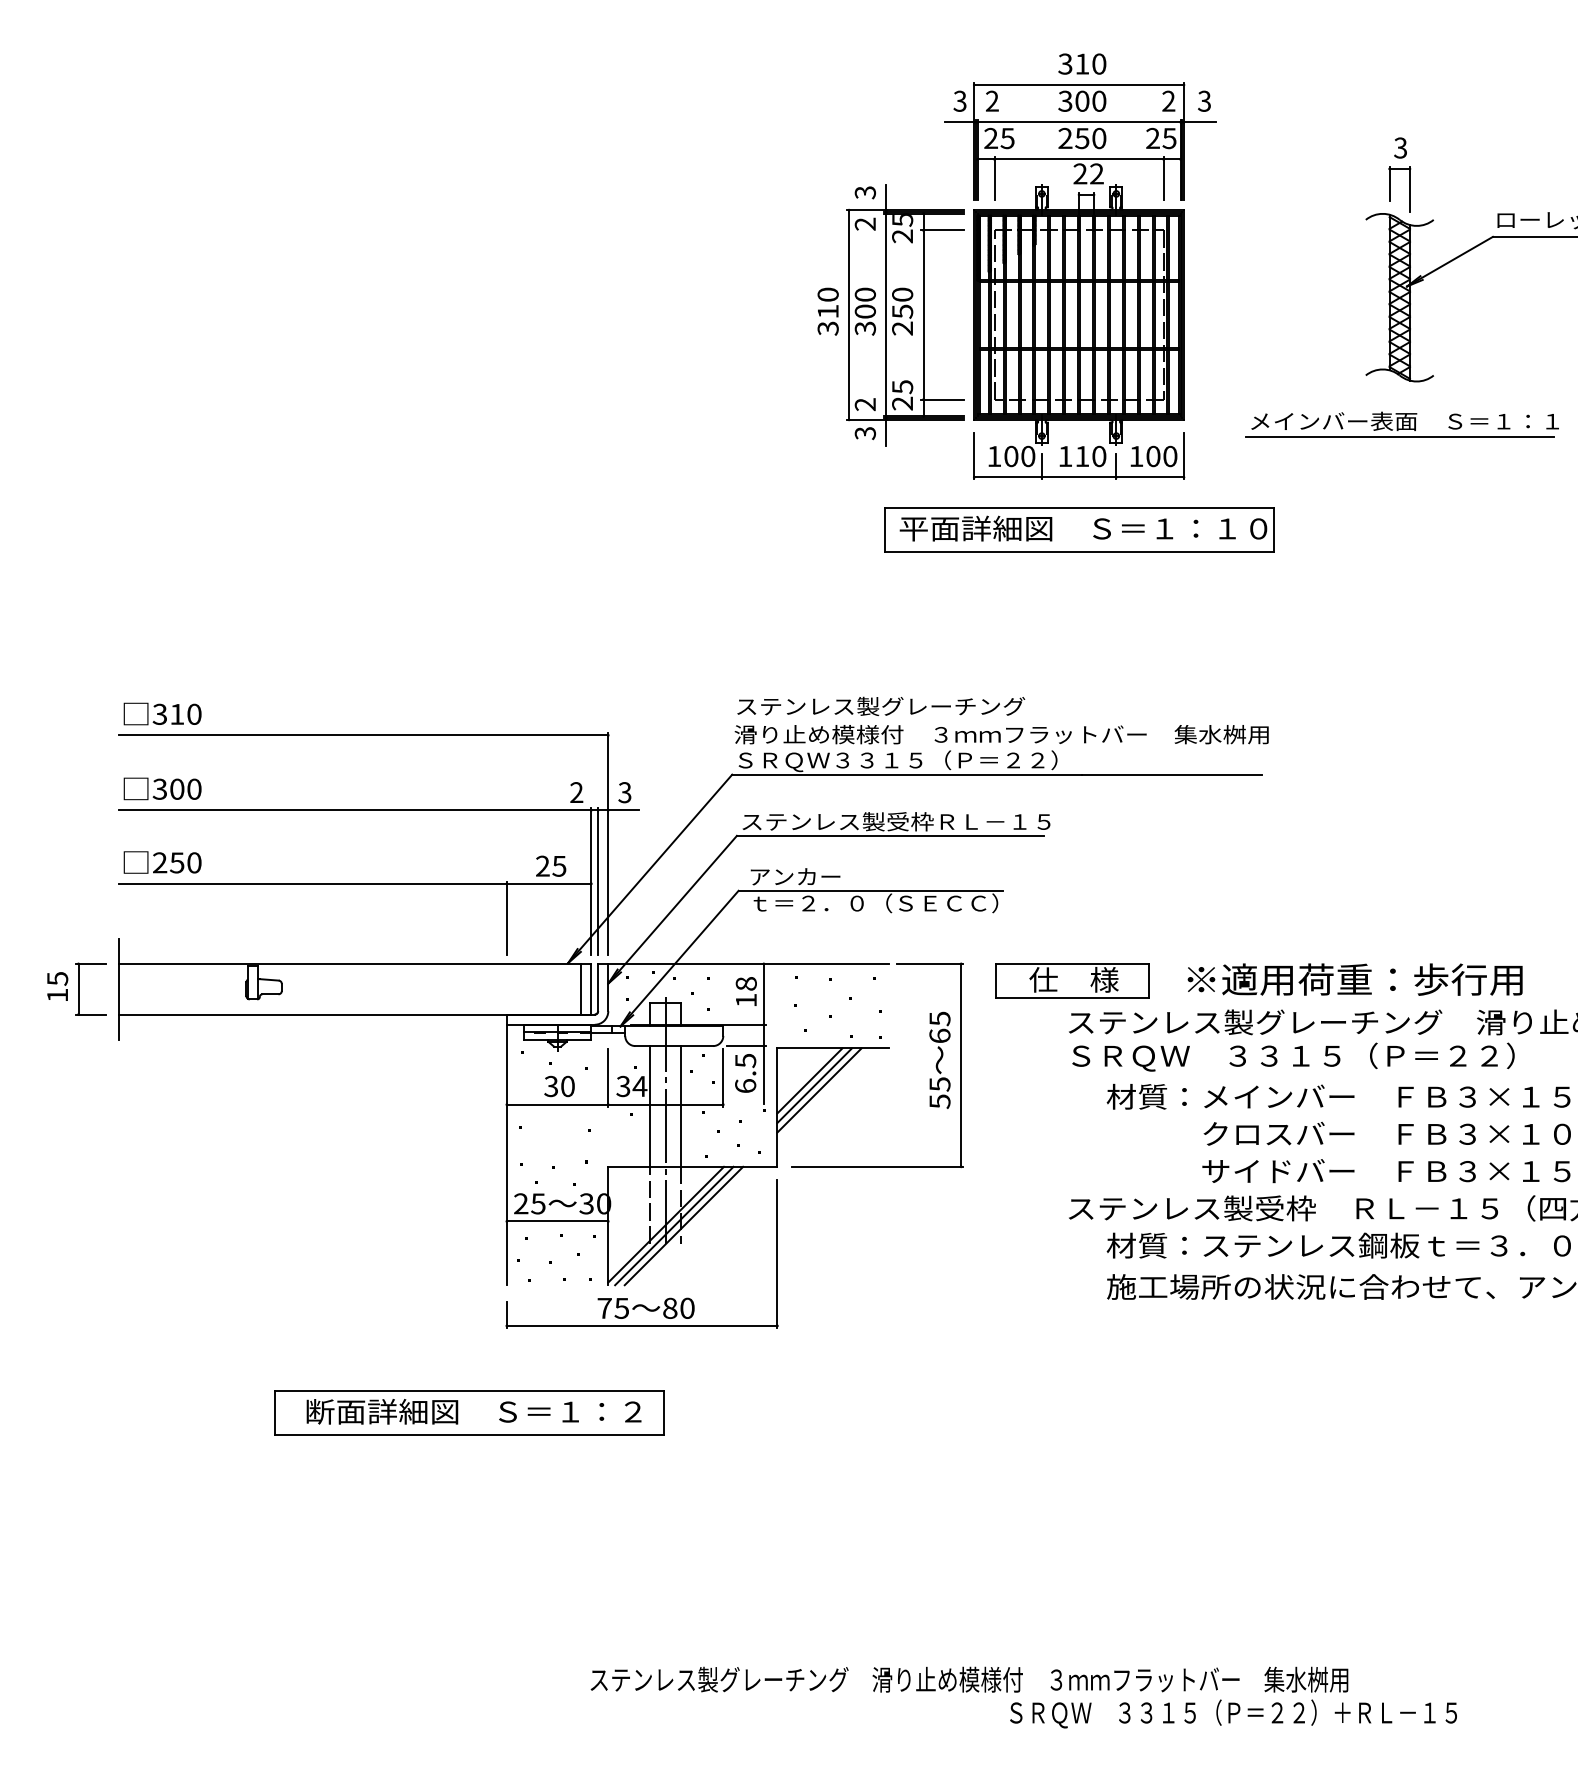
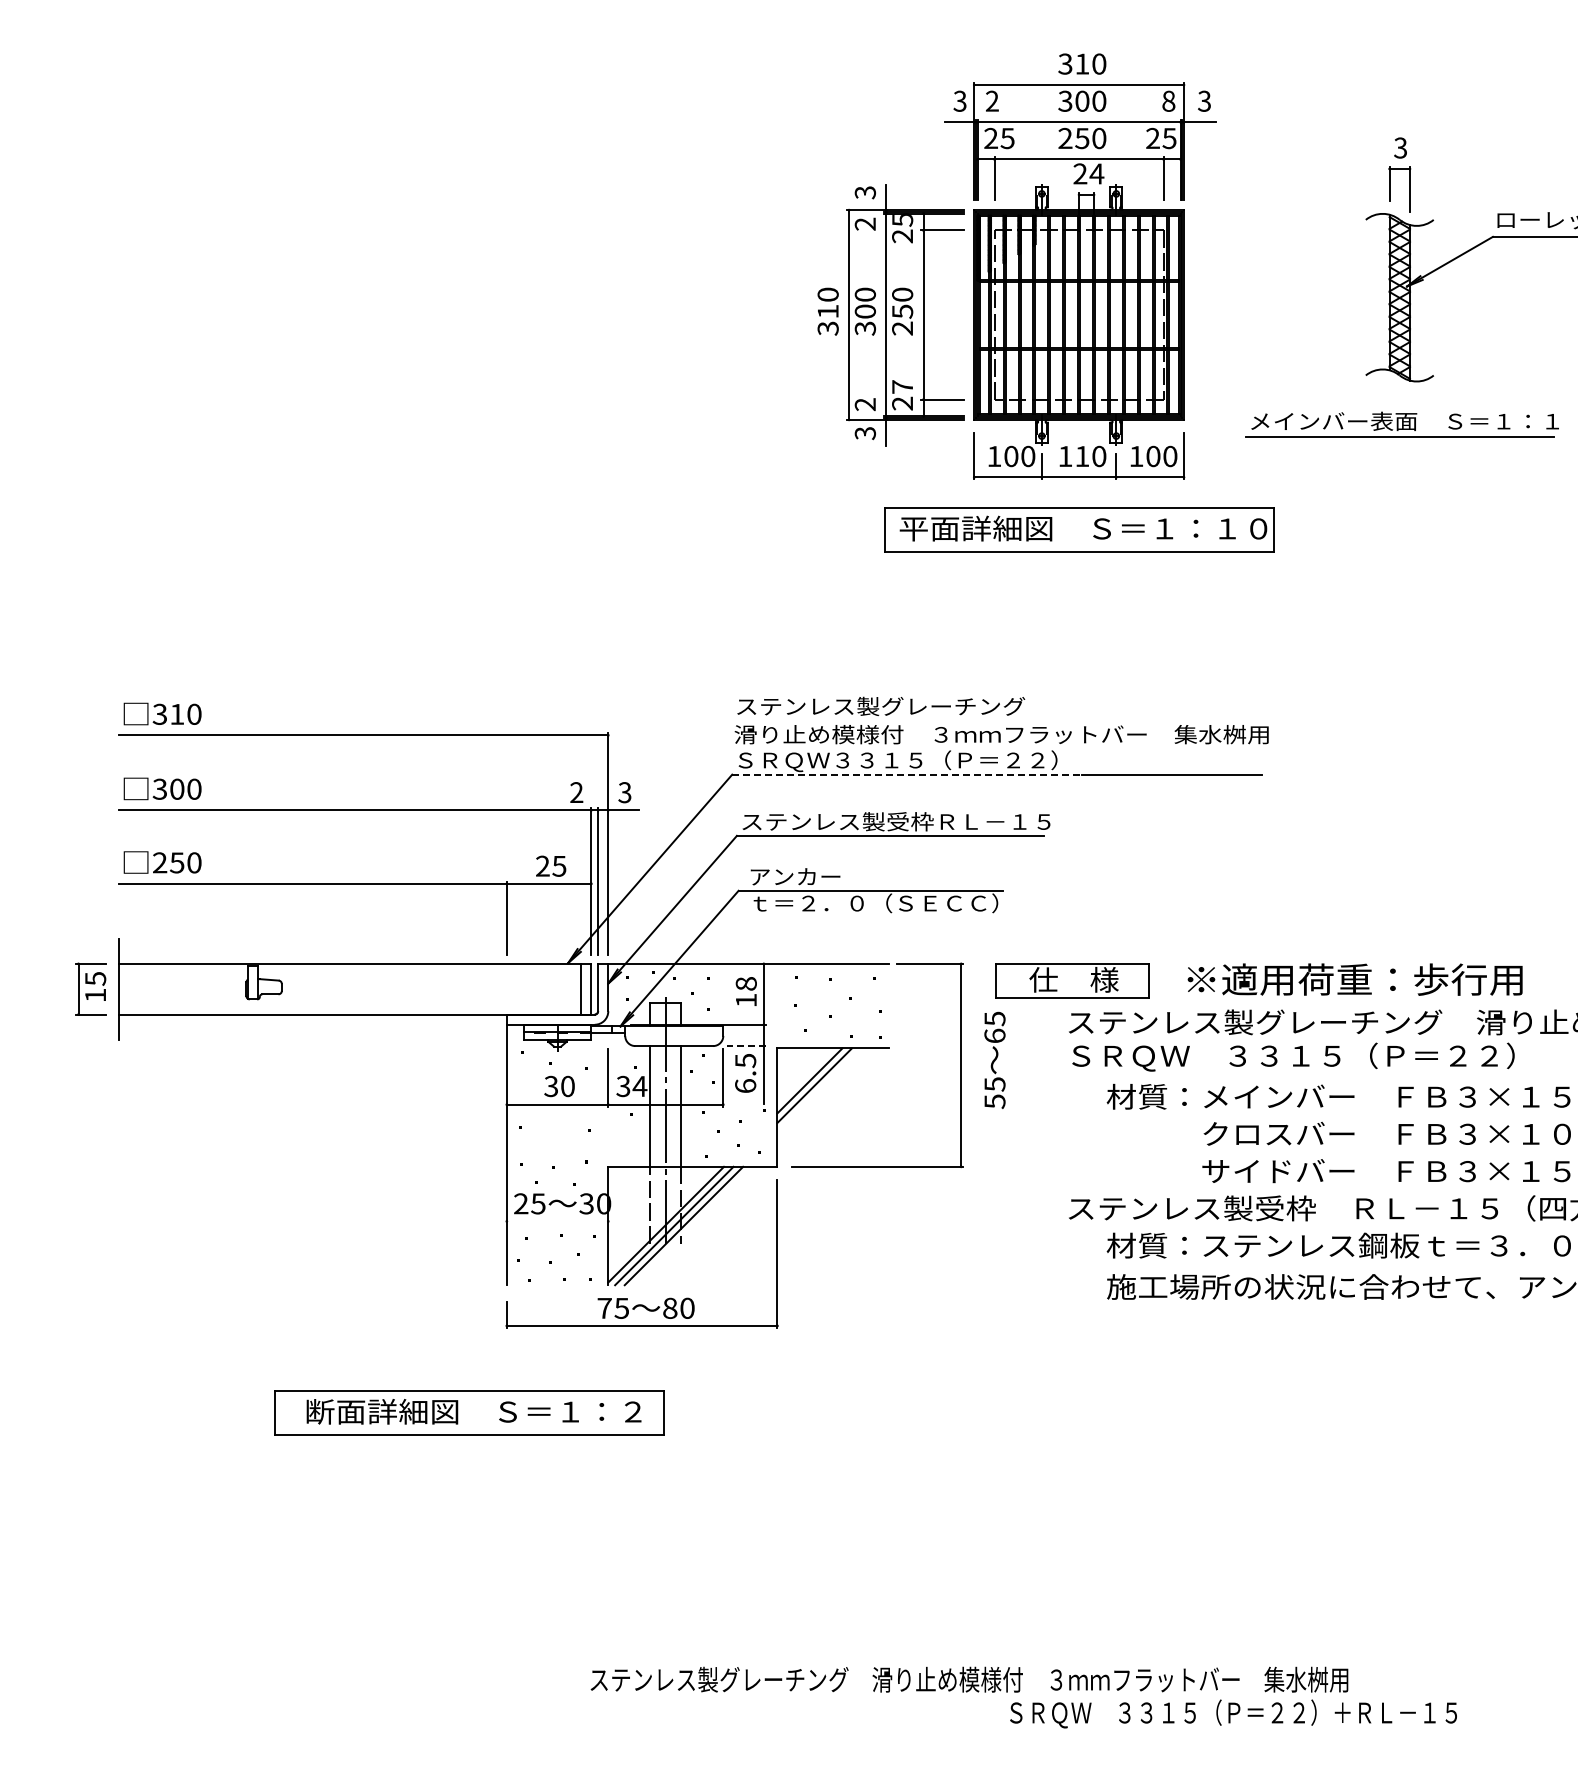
text at (1168, 100): 2 -> 8
text at (1096, 173): 22 -> 24
text at (902, 387): 25 -> 27
line at (907, 774): solid -> dashed
text at (57, 986) position: (57, 986) -> (95, 986)
line at (746, 1046): solid -> dashed
text at (939, 1059) position: (939, 1059) -> (994, 1059)
line at (819, 1090): present -> none
line at (557, 1221): present -> none
